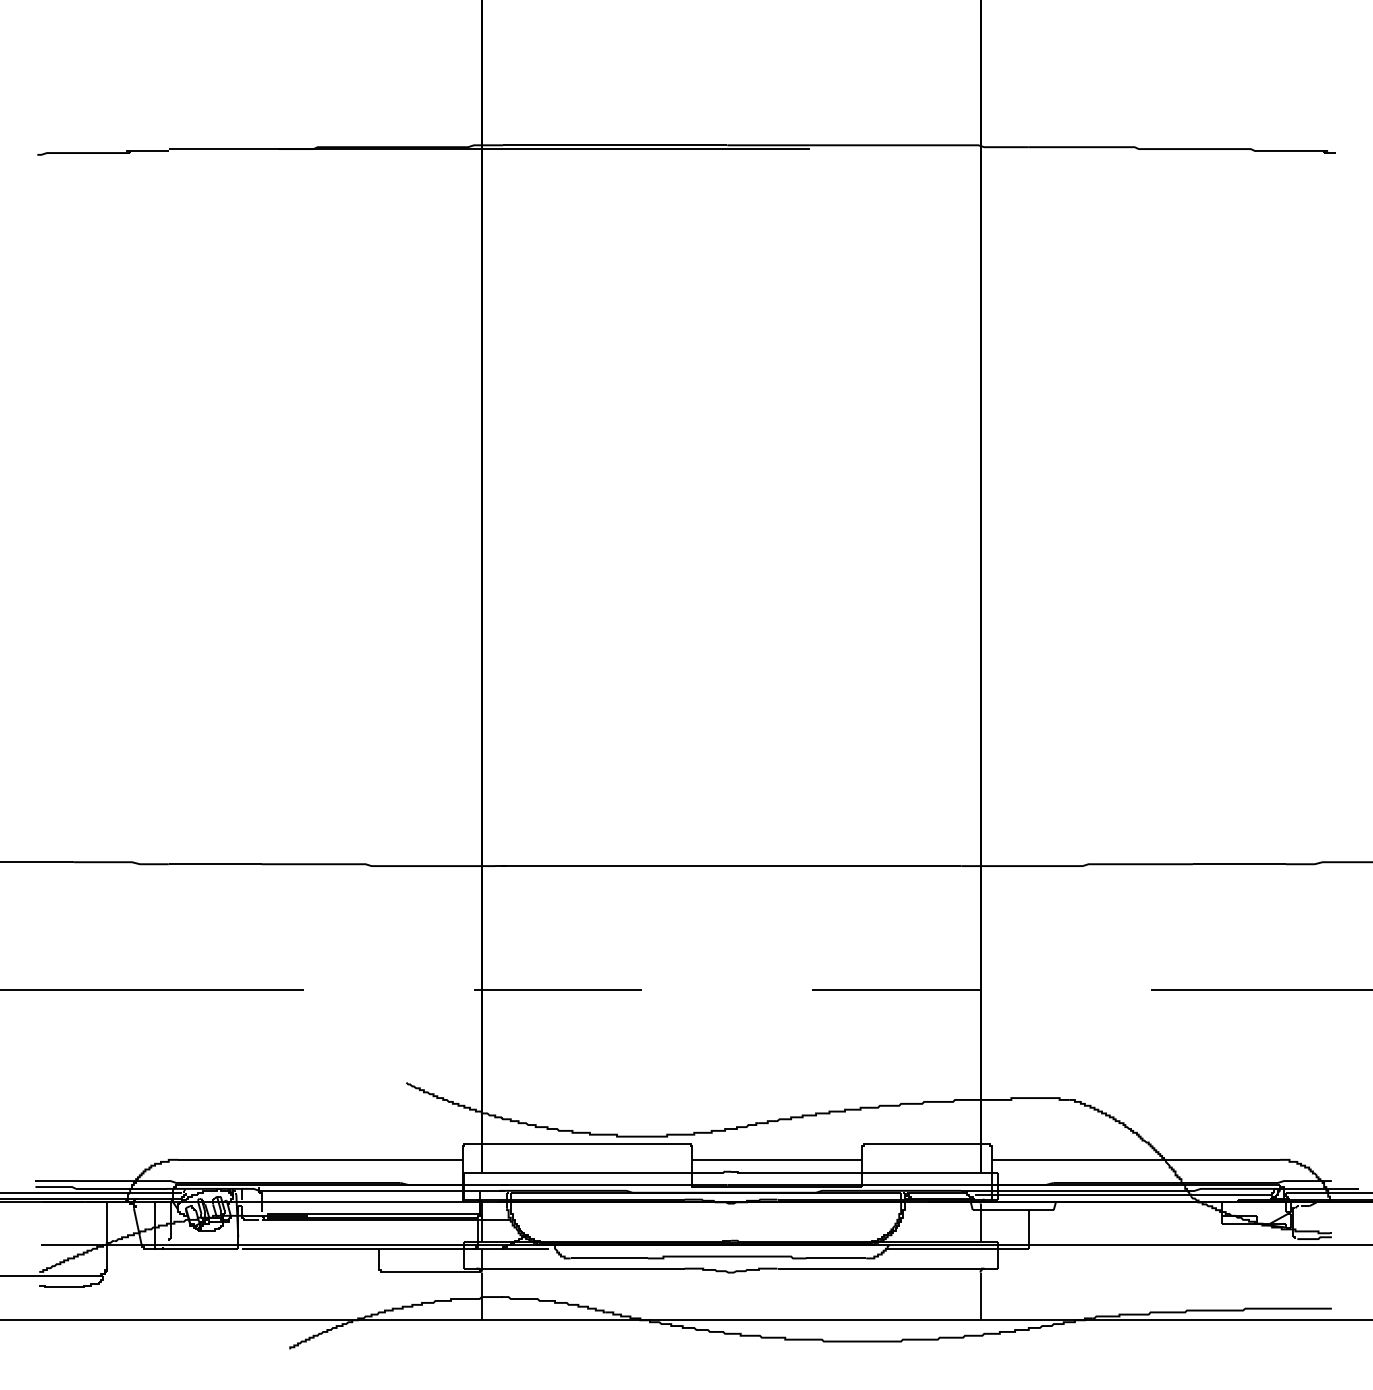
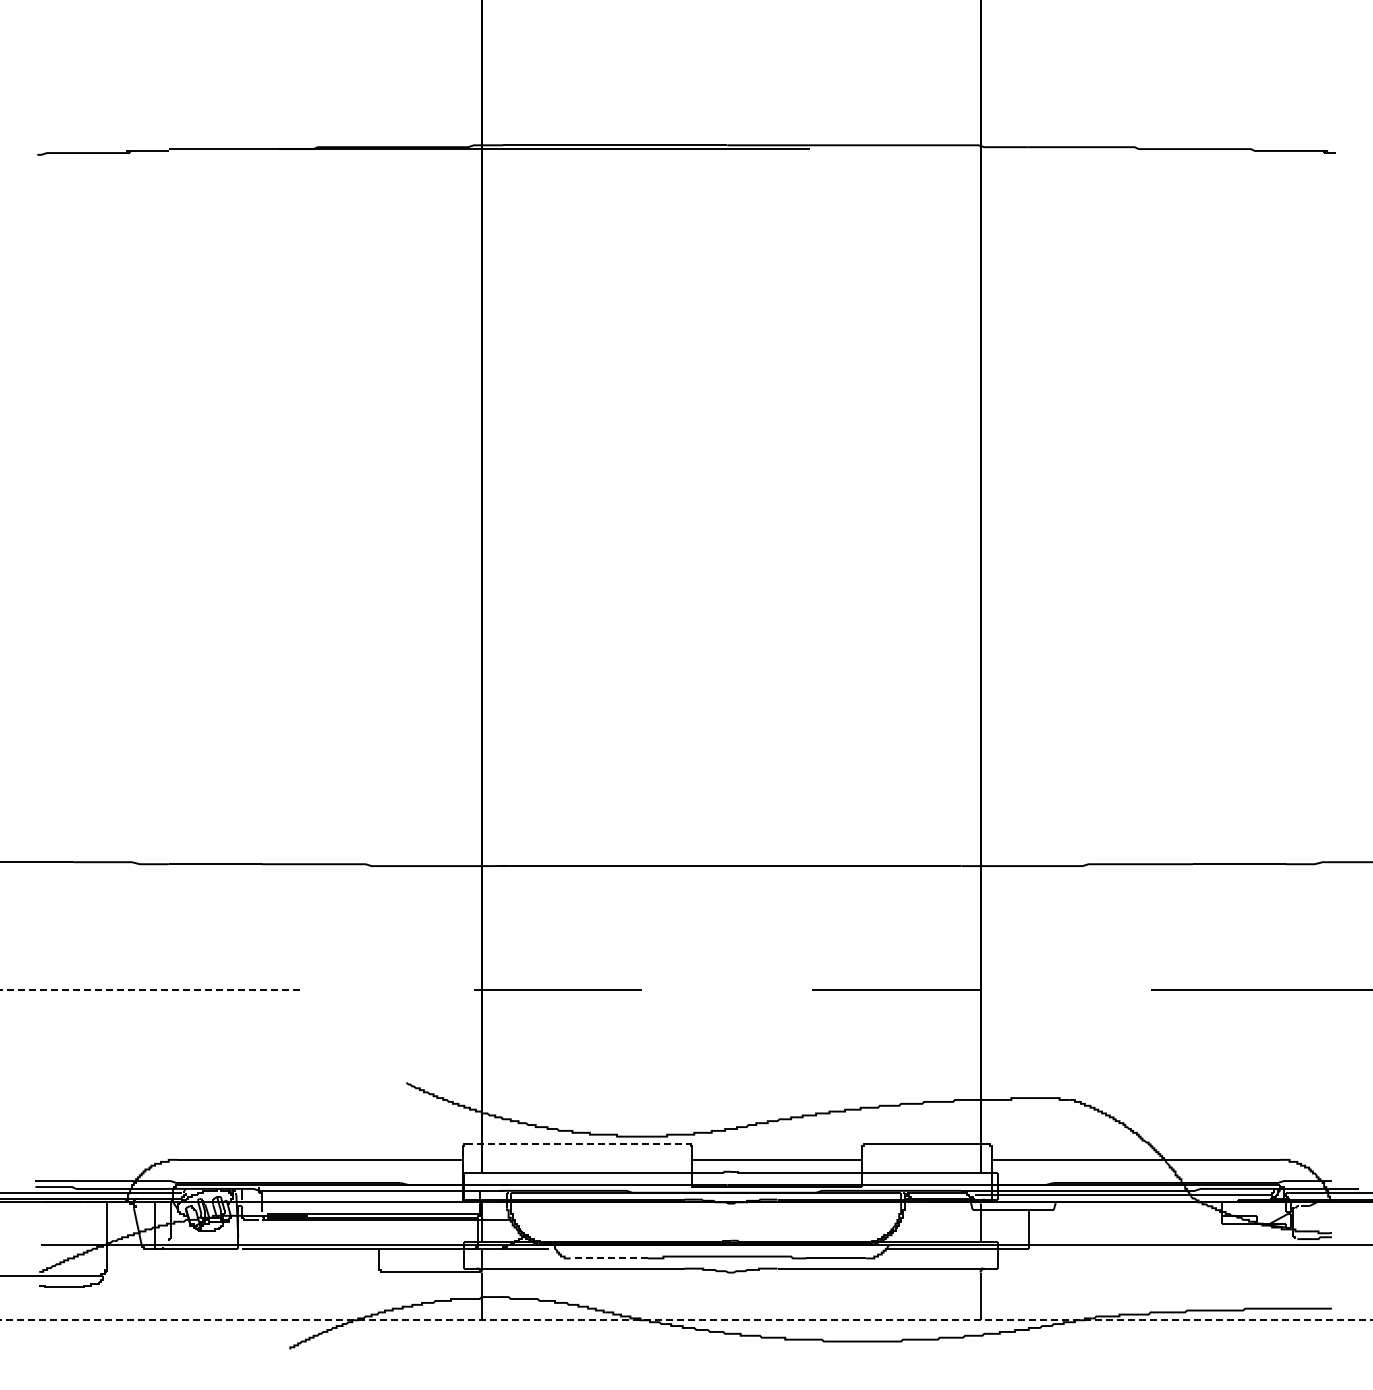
line at (152, 989): solid -> dashed
line at (577, 1144): solid -> dashed
line at (609, 1258): solid -> dashed
line at (686, 1320): solid -> dashed
